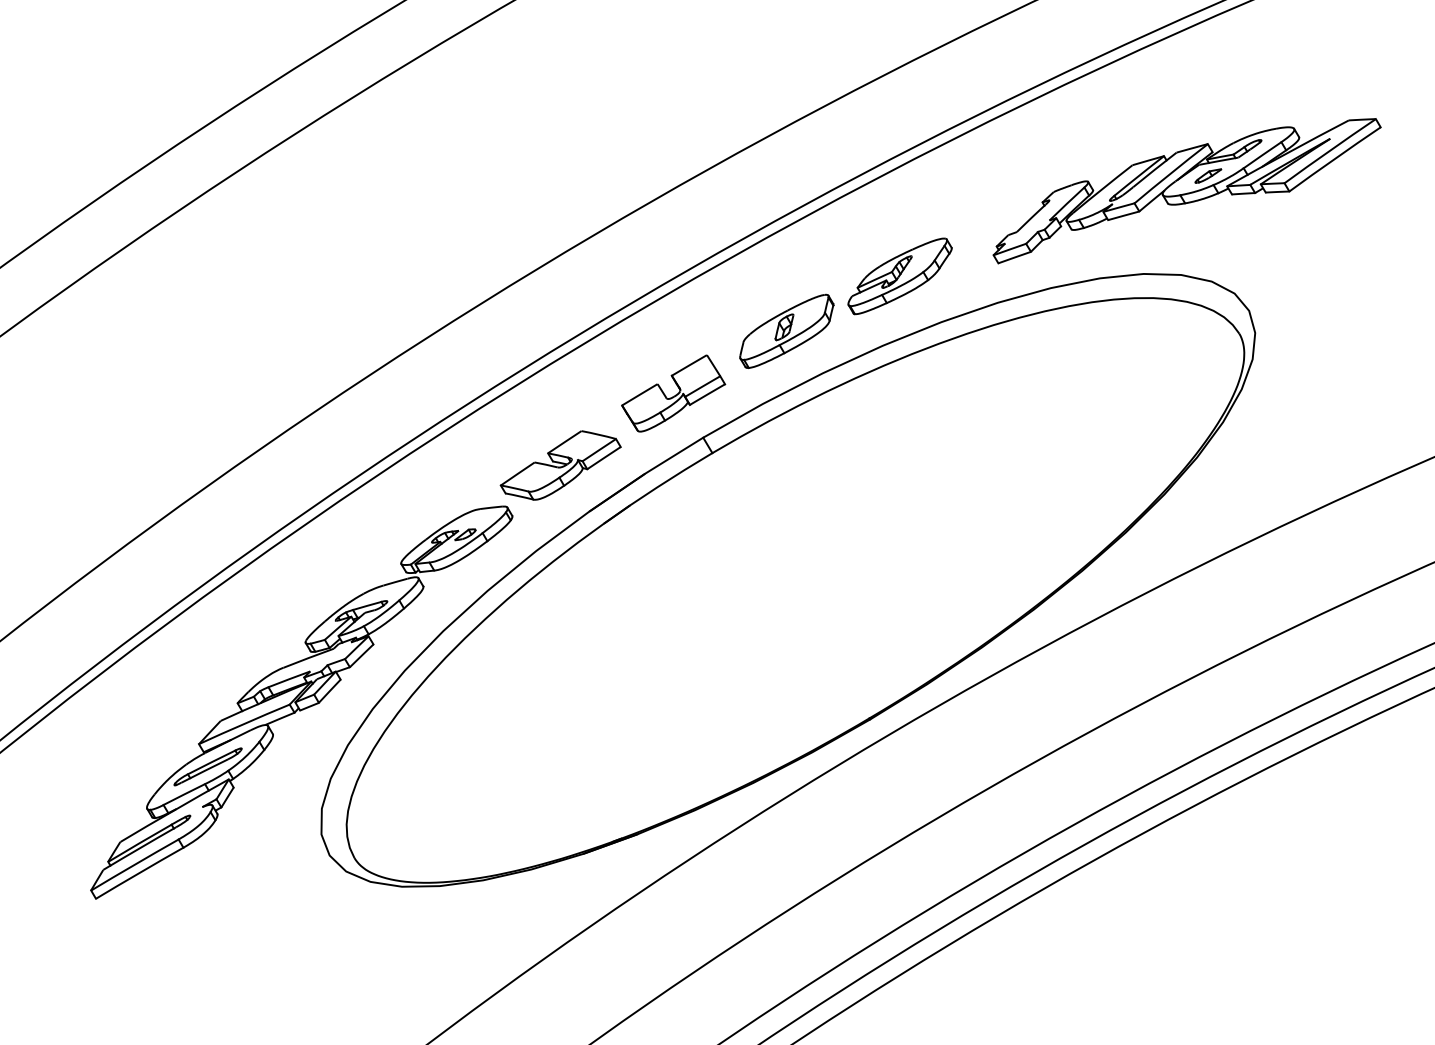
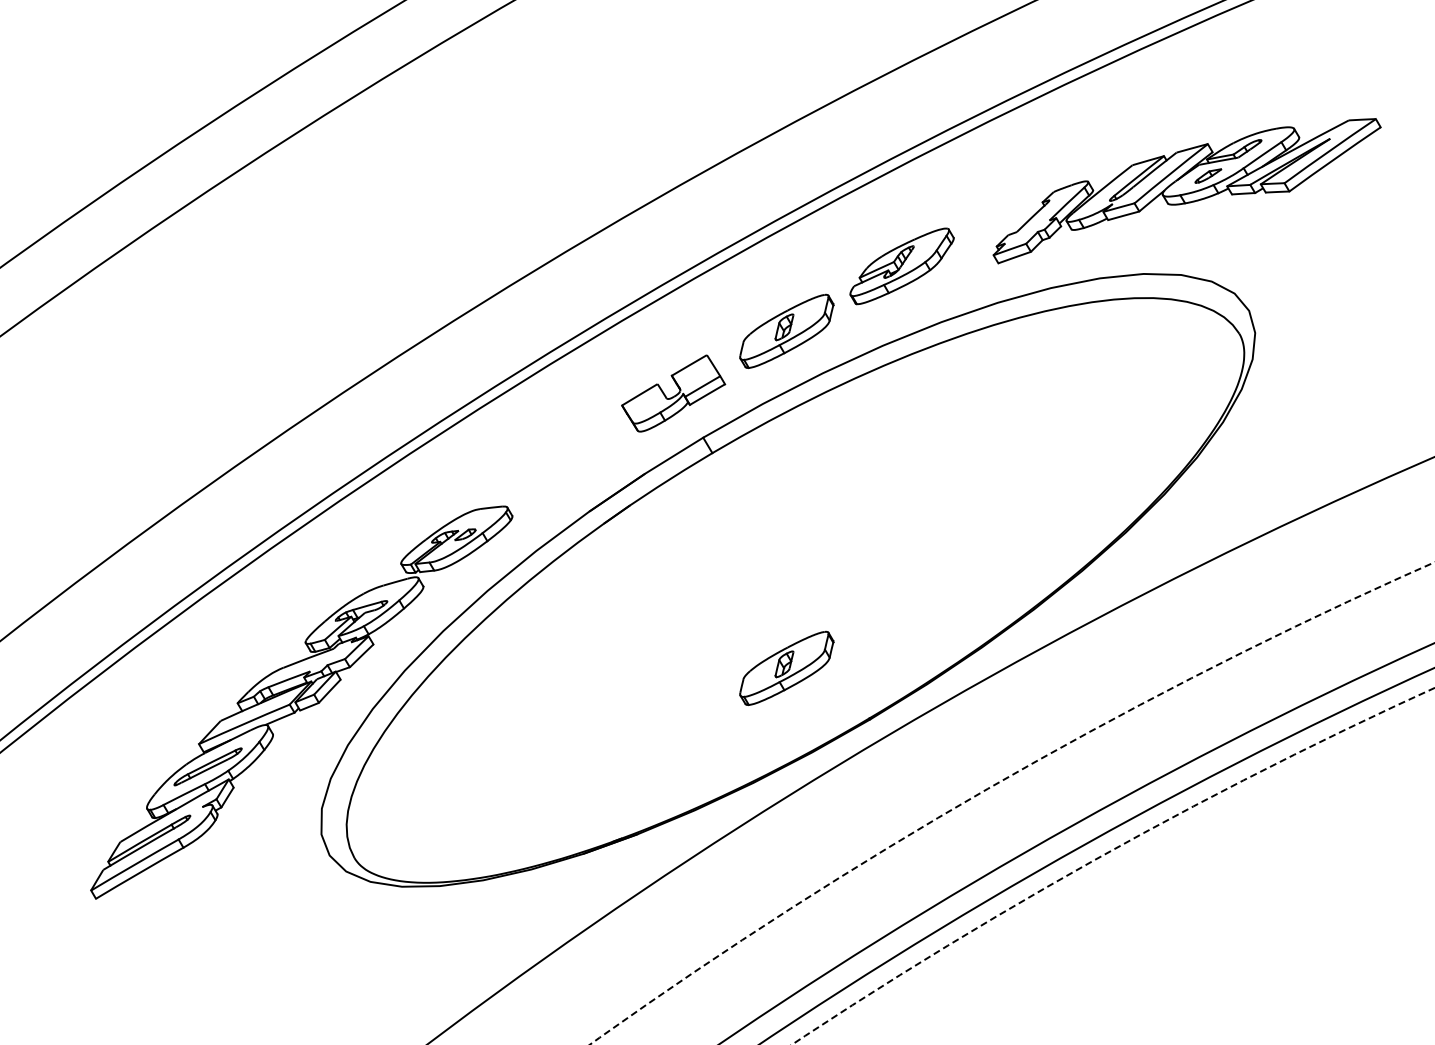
part at (899, 276) position: (899, 276) -> (901, 266)
part at (560, 465): present -> none
part at (786, 667): none -> present
circle at (1011, 803): solid -> dashed
circle at (1113, 866): solid -> dashed
